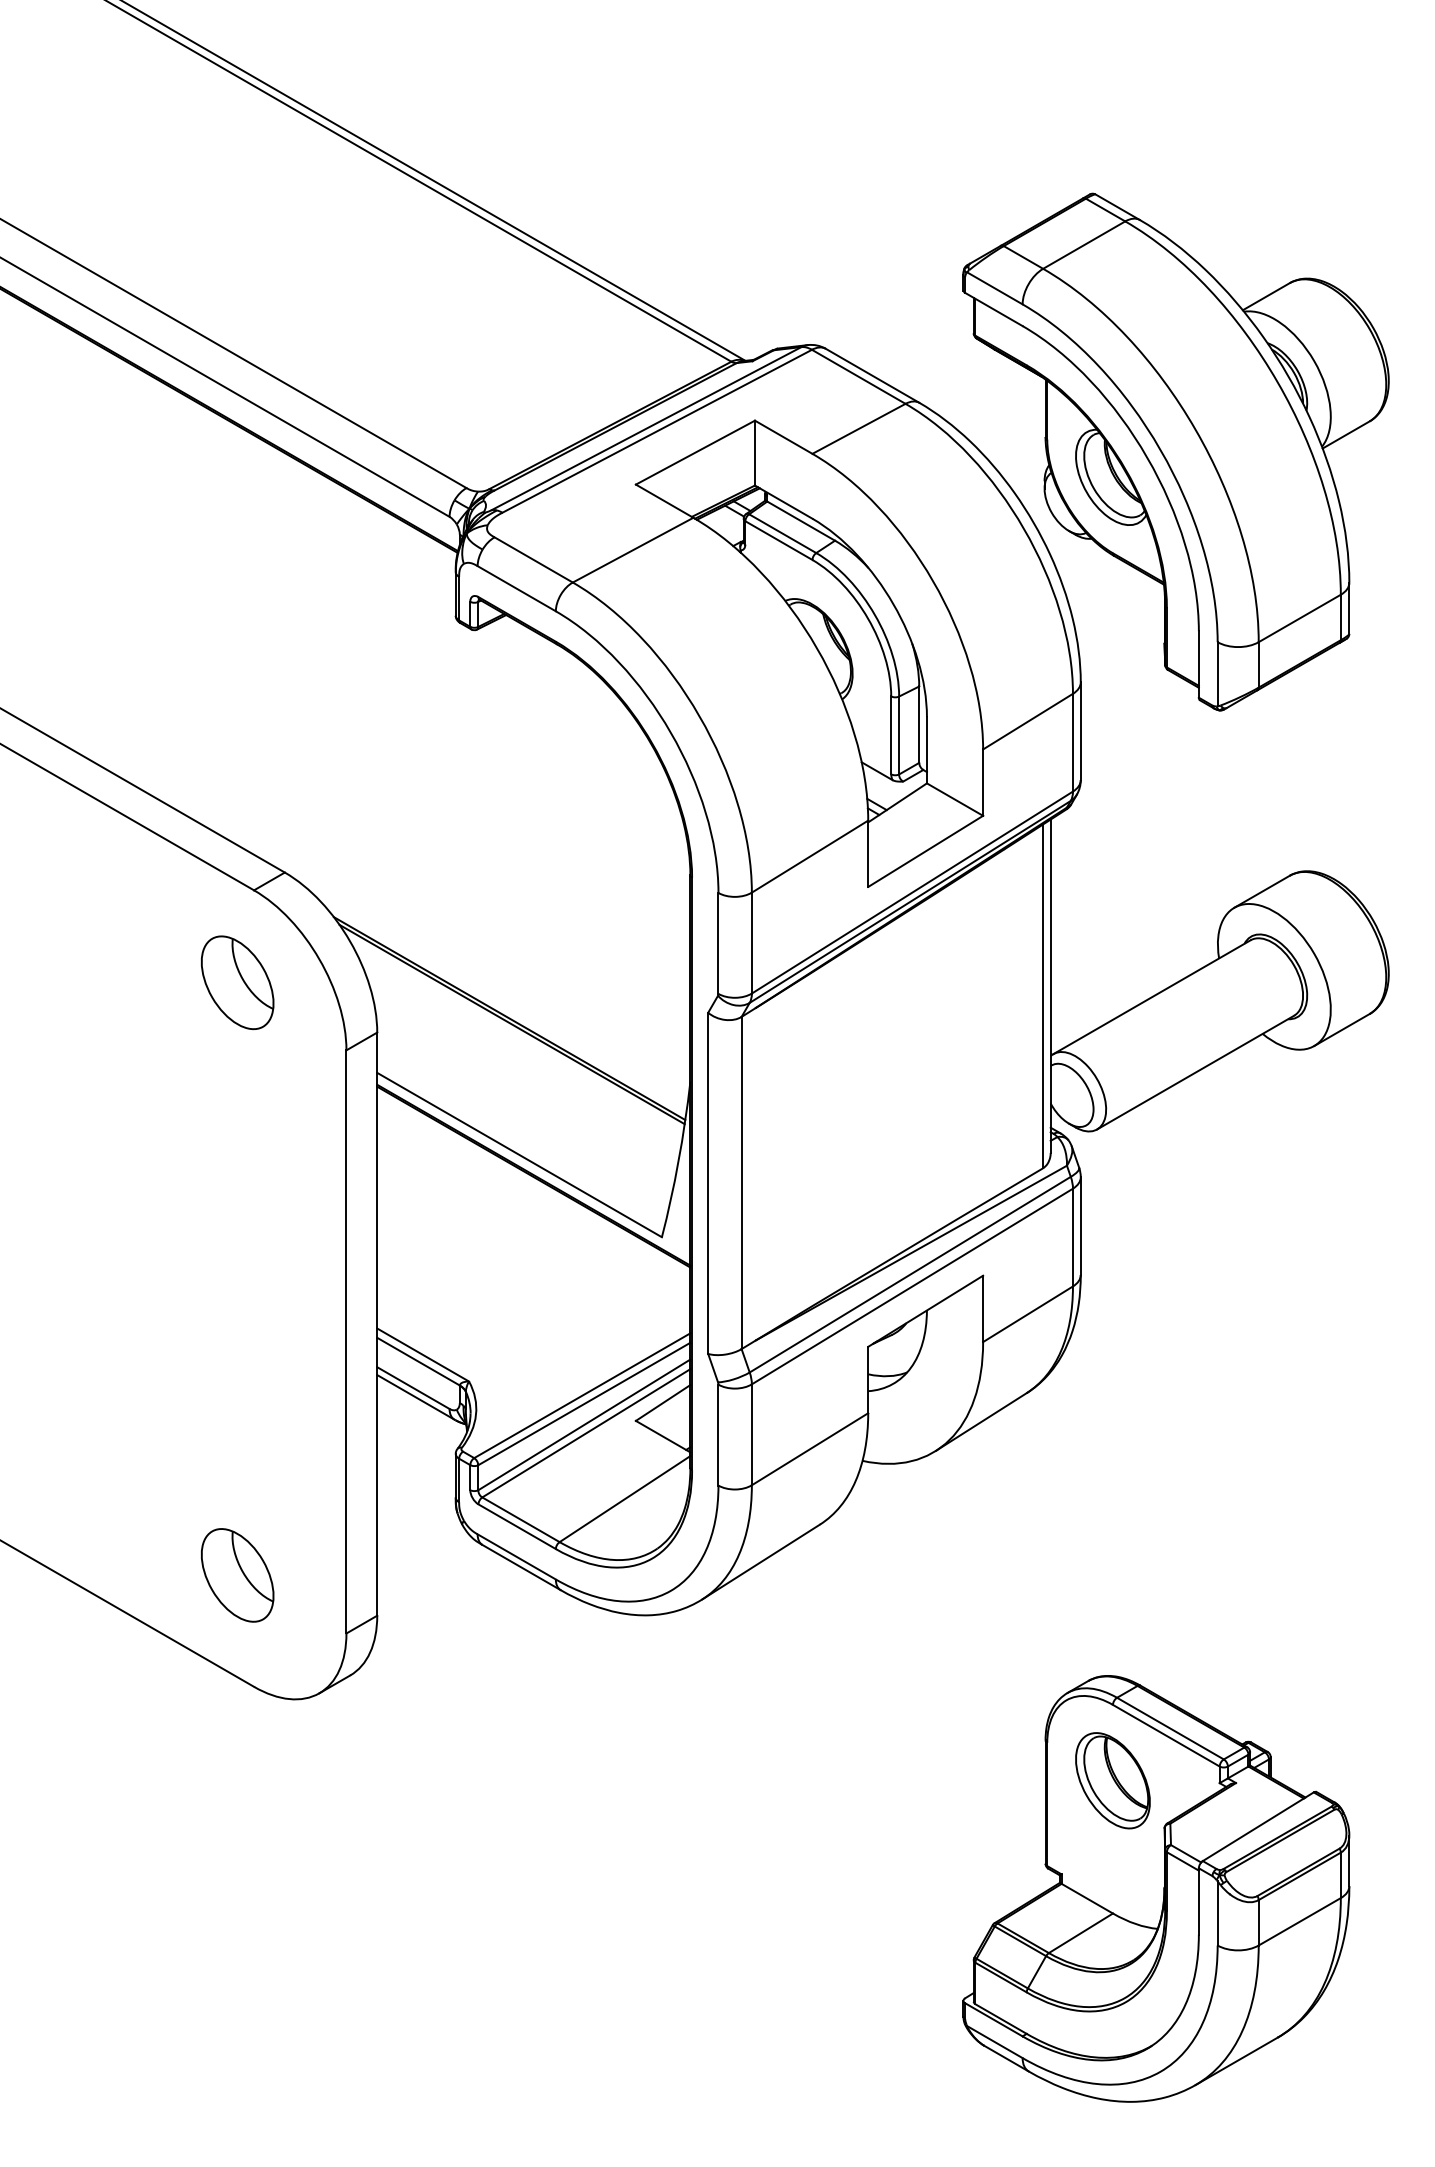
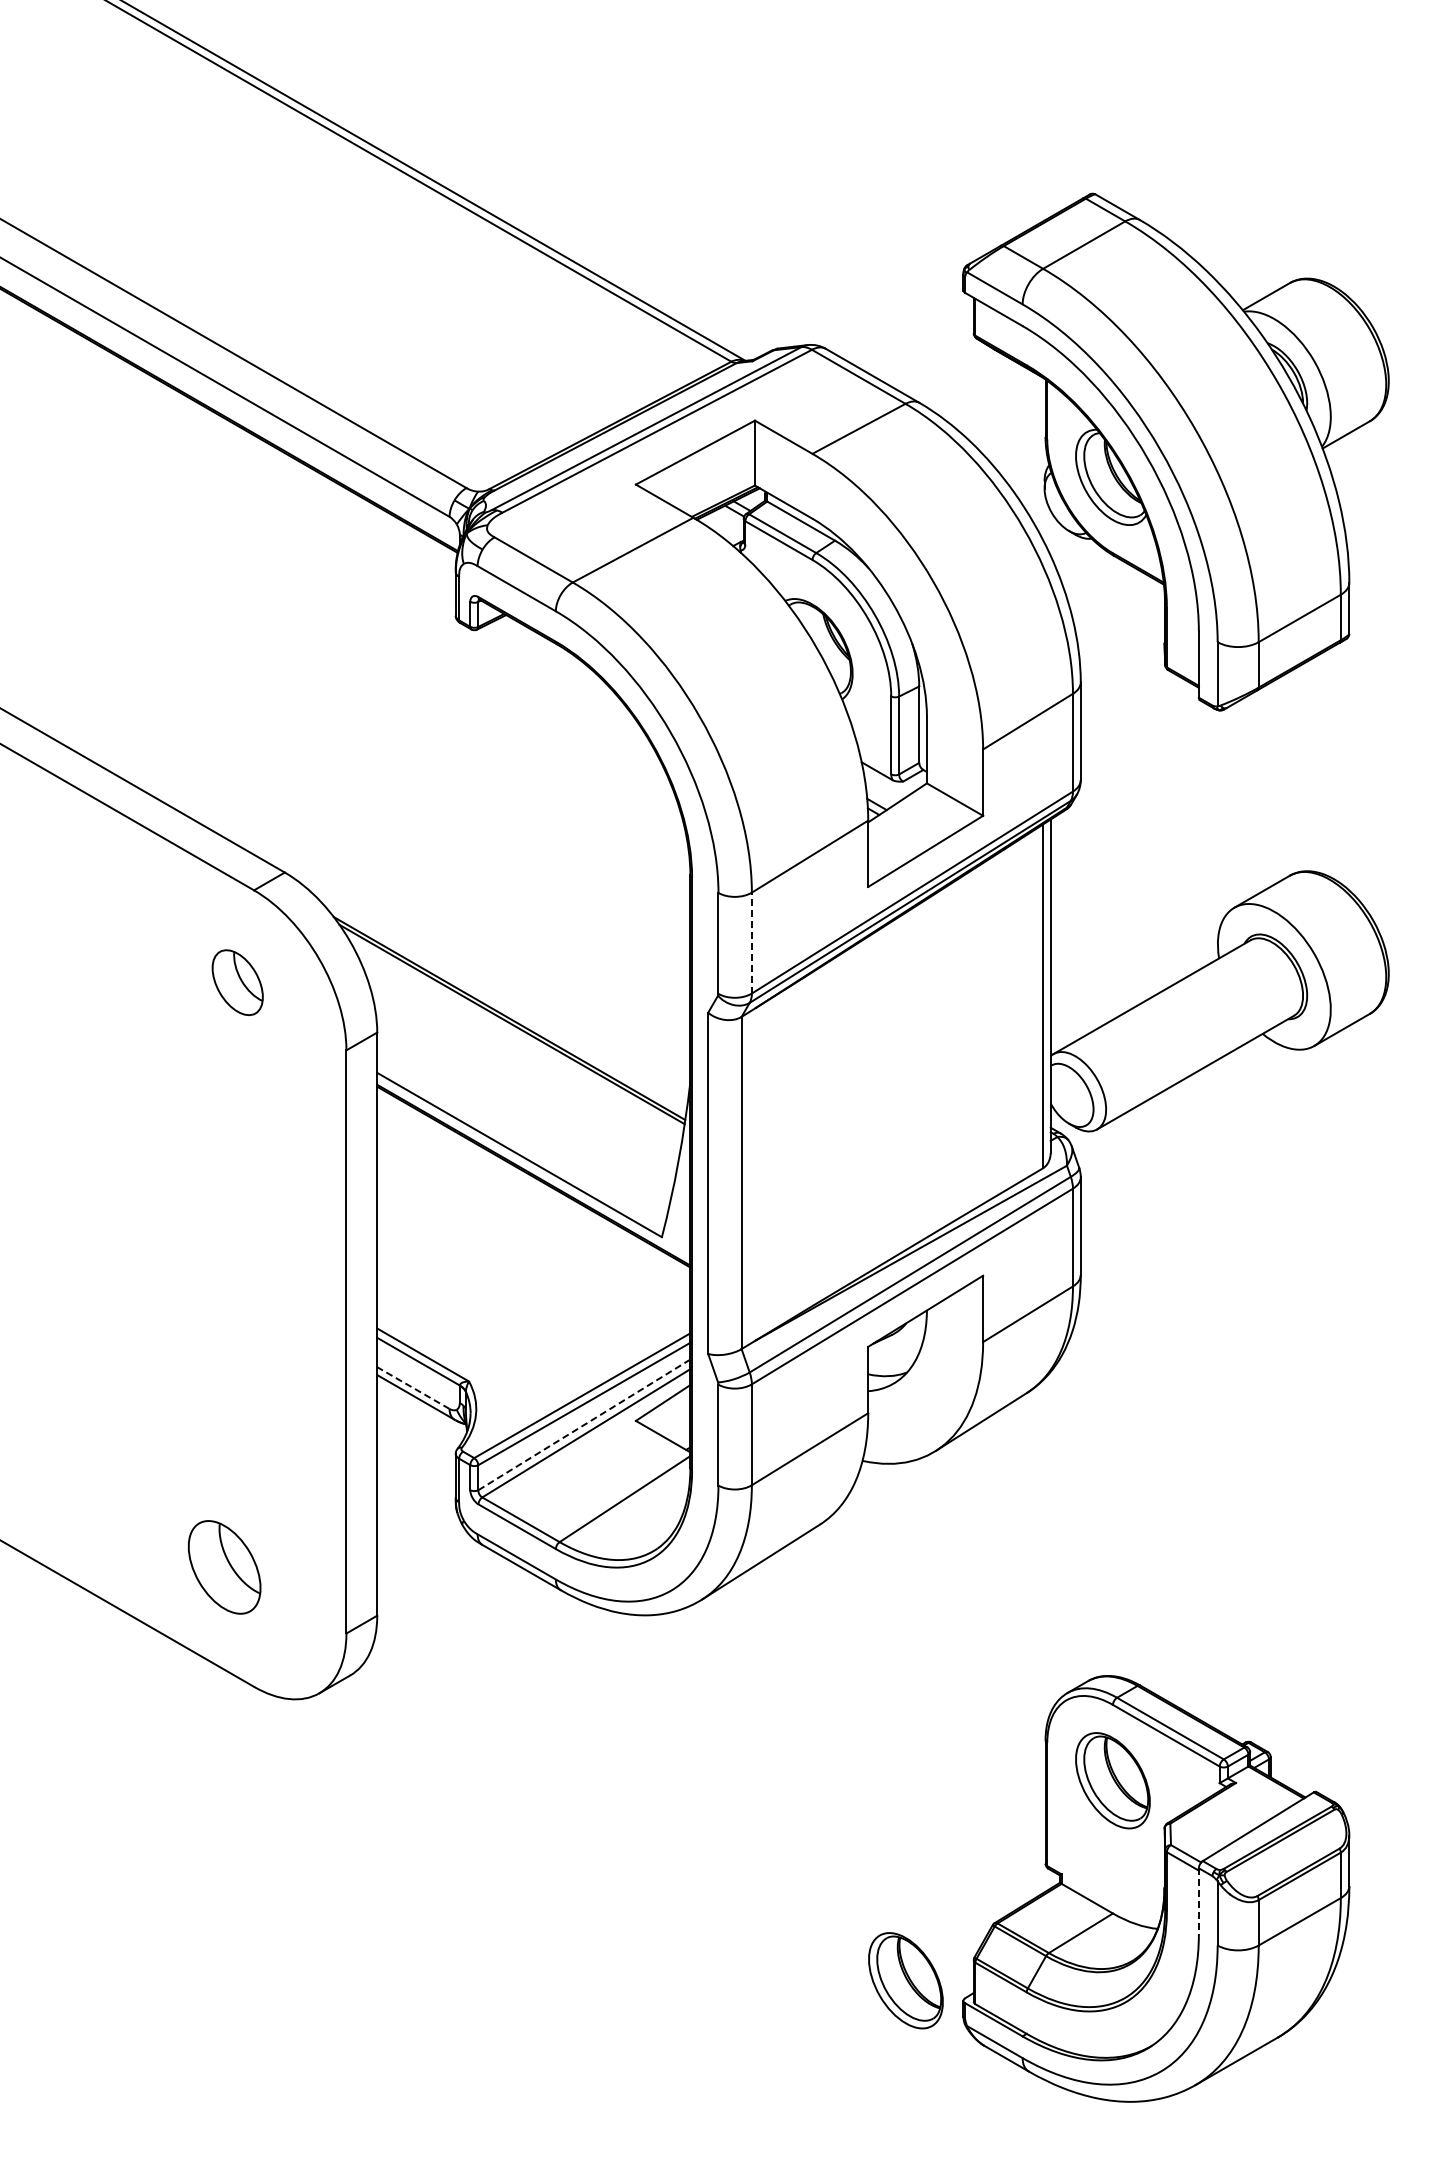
line at (751, 942): solid -> dashed
part at (237, 982) size: 74x95 px -> 53x68 px
line at (413, 1388): solid -> dashed
line at (584, 1424): solid -> dashed
part at (237, 1575) position: (237, 1575) -> (224, 1567)
line at (1198, 1901): solid -> dashed
part at (905, 1980): none -> present
